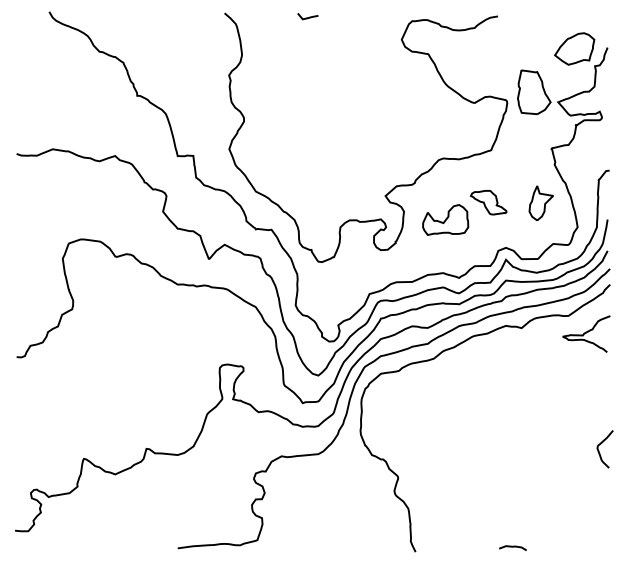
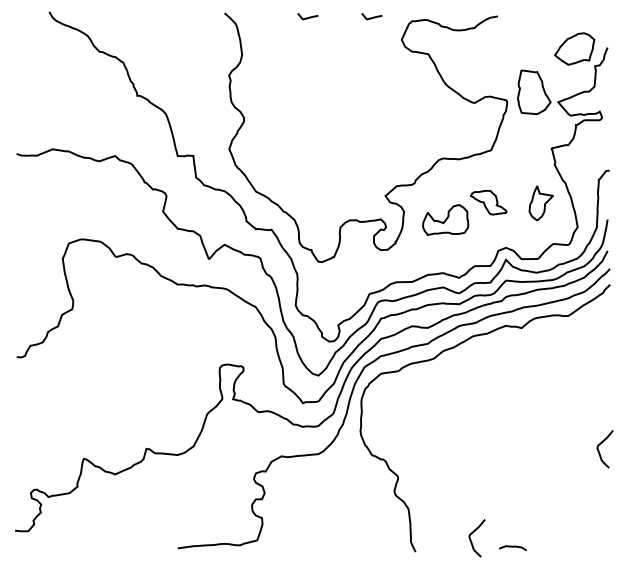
line at (371, 17): none -> present
curve at (586, 333): present -> none
curve at (471, 539): none -> present
